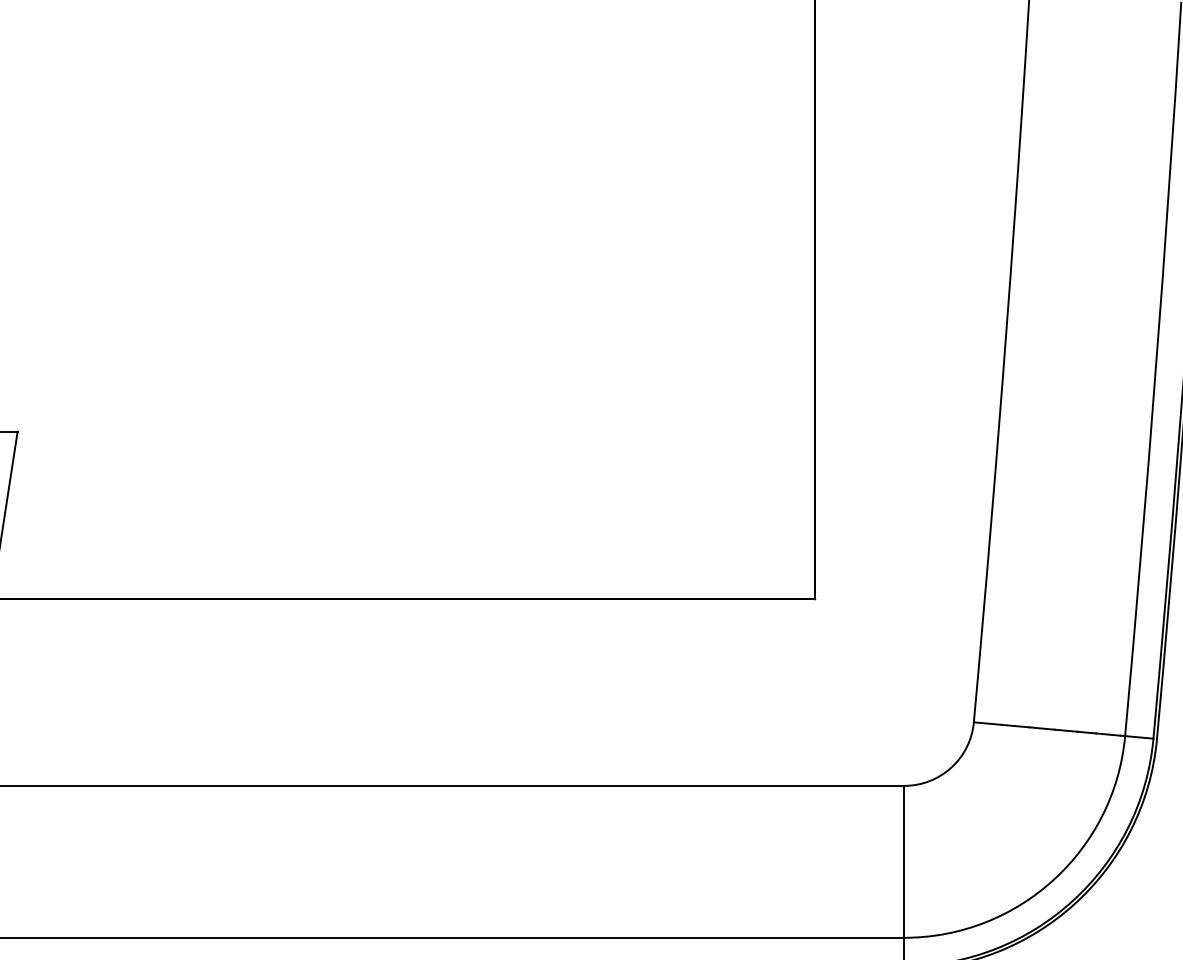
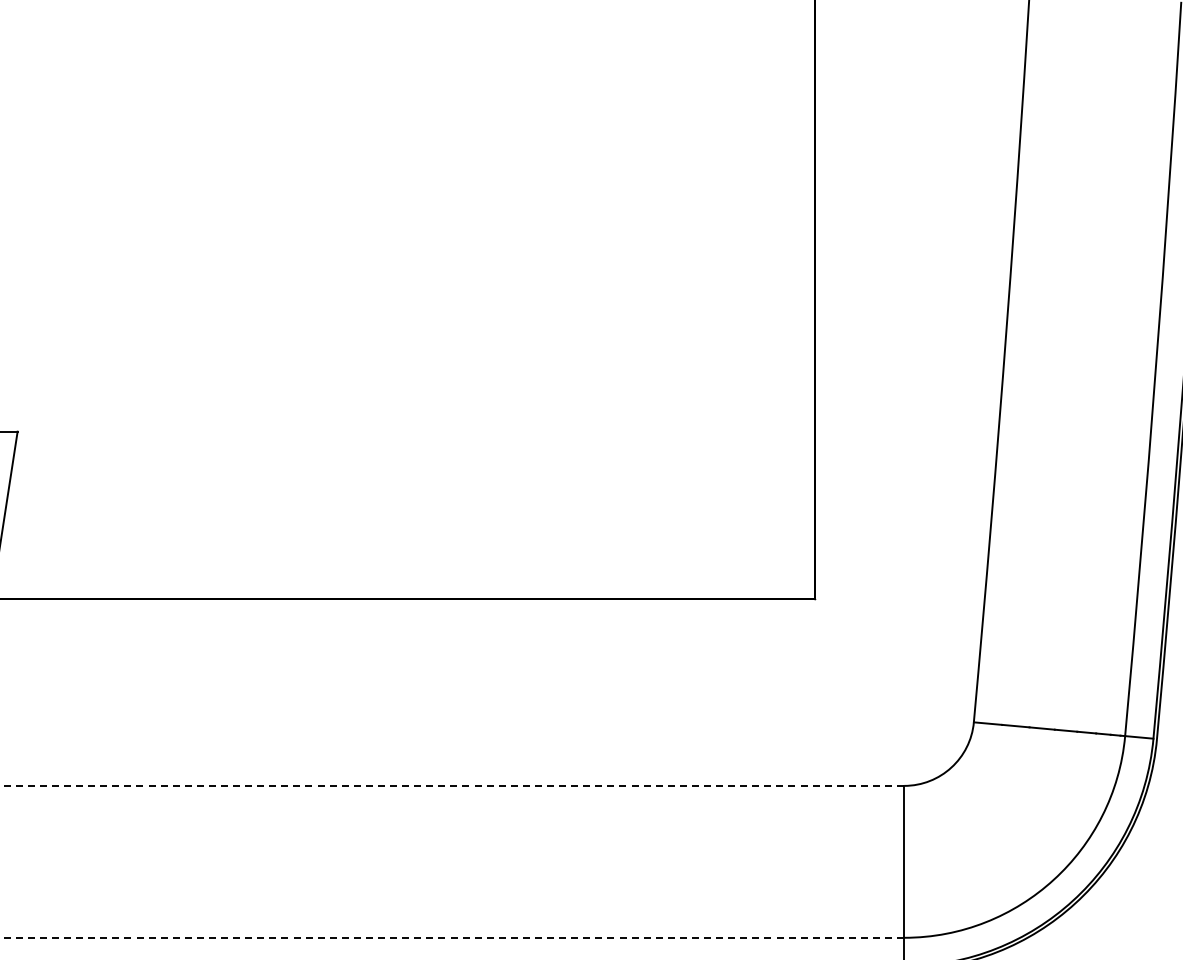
line at (452, 785): solid -> dashed
line at (452, 937): solid -> dashed
